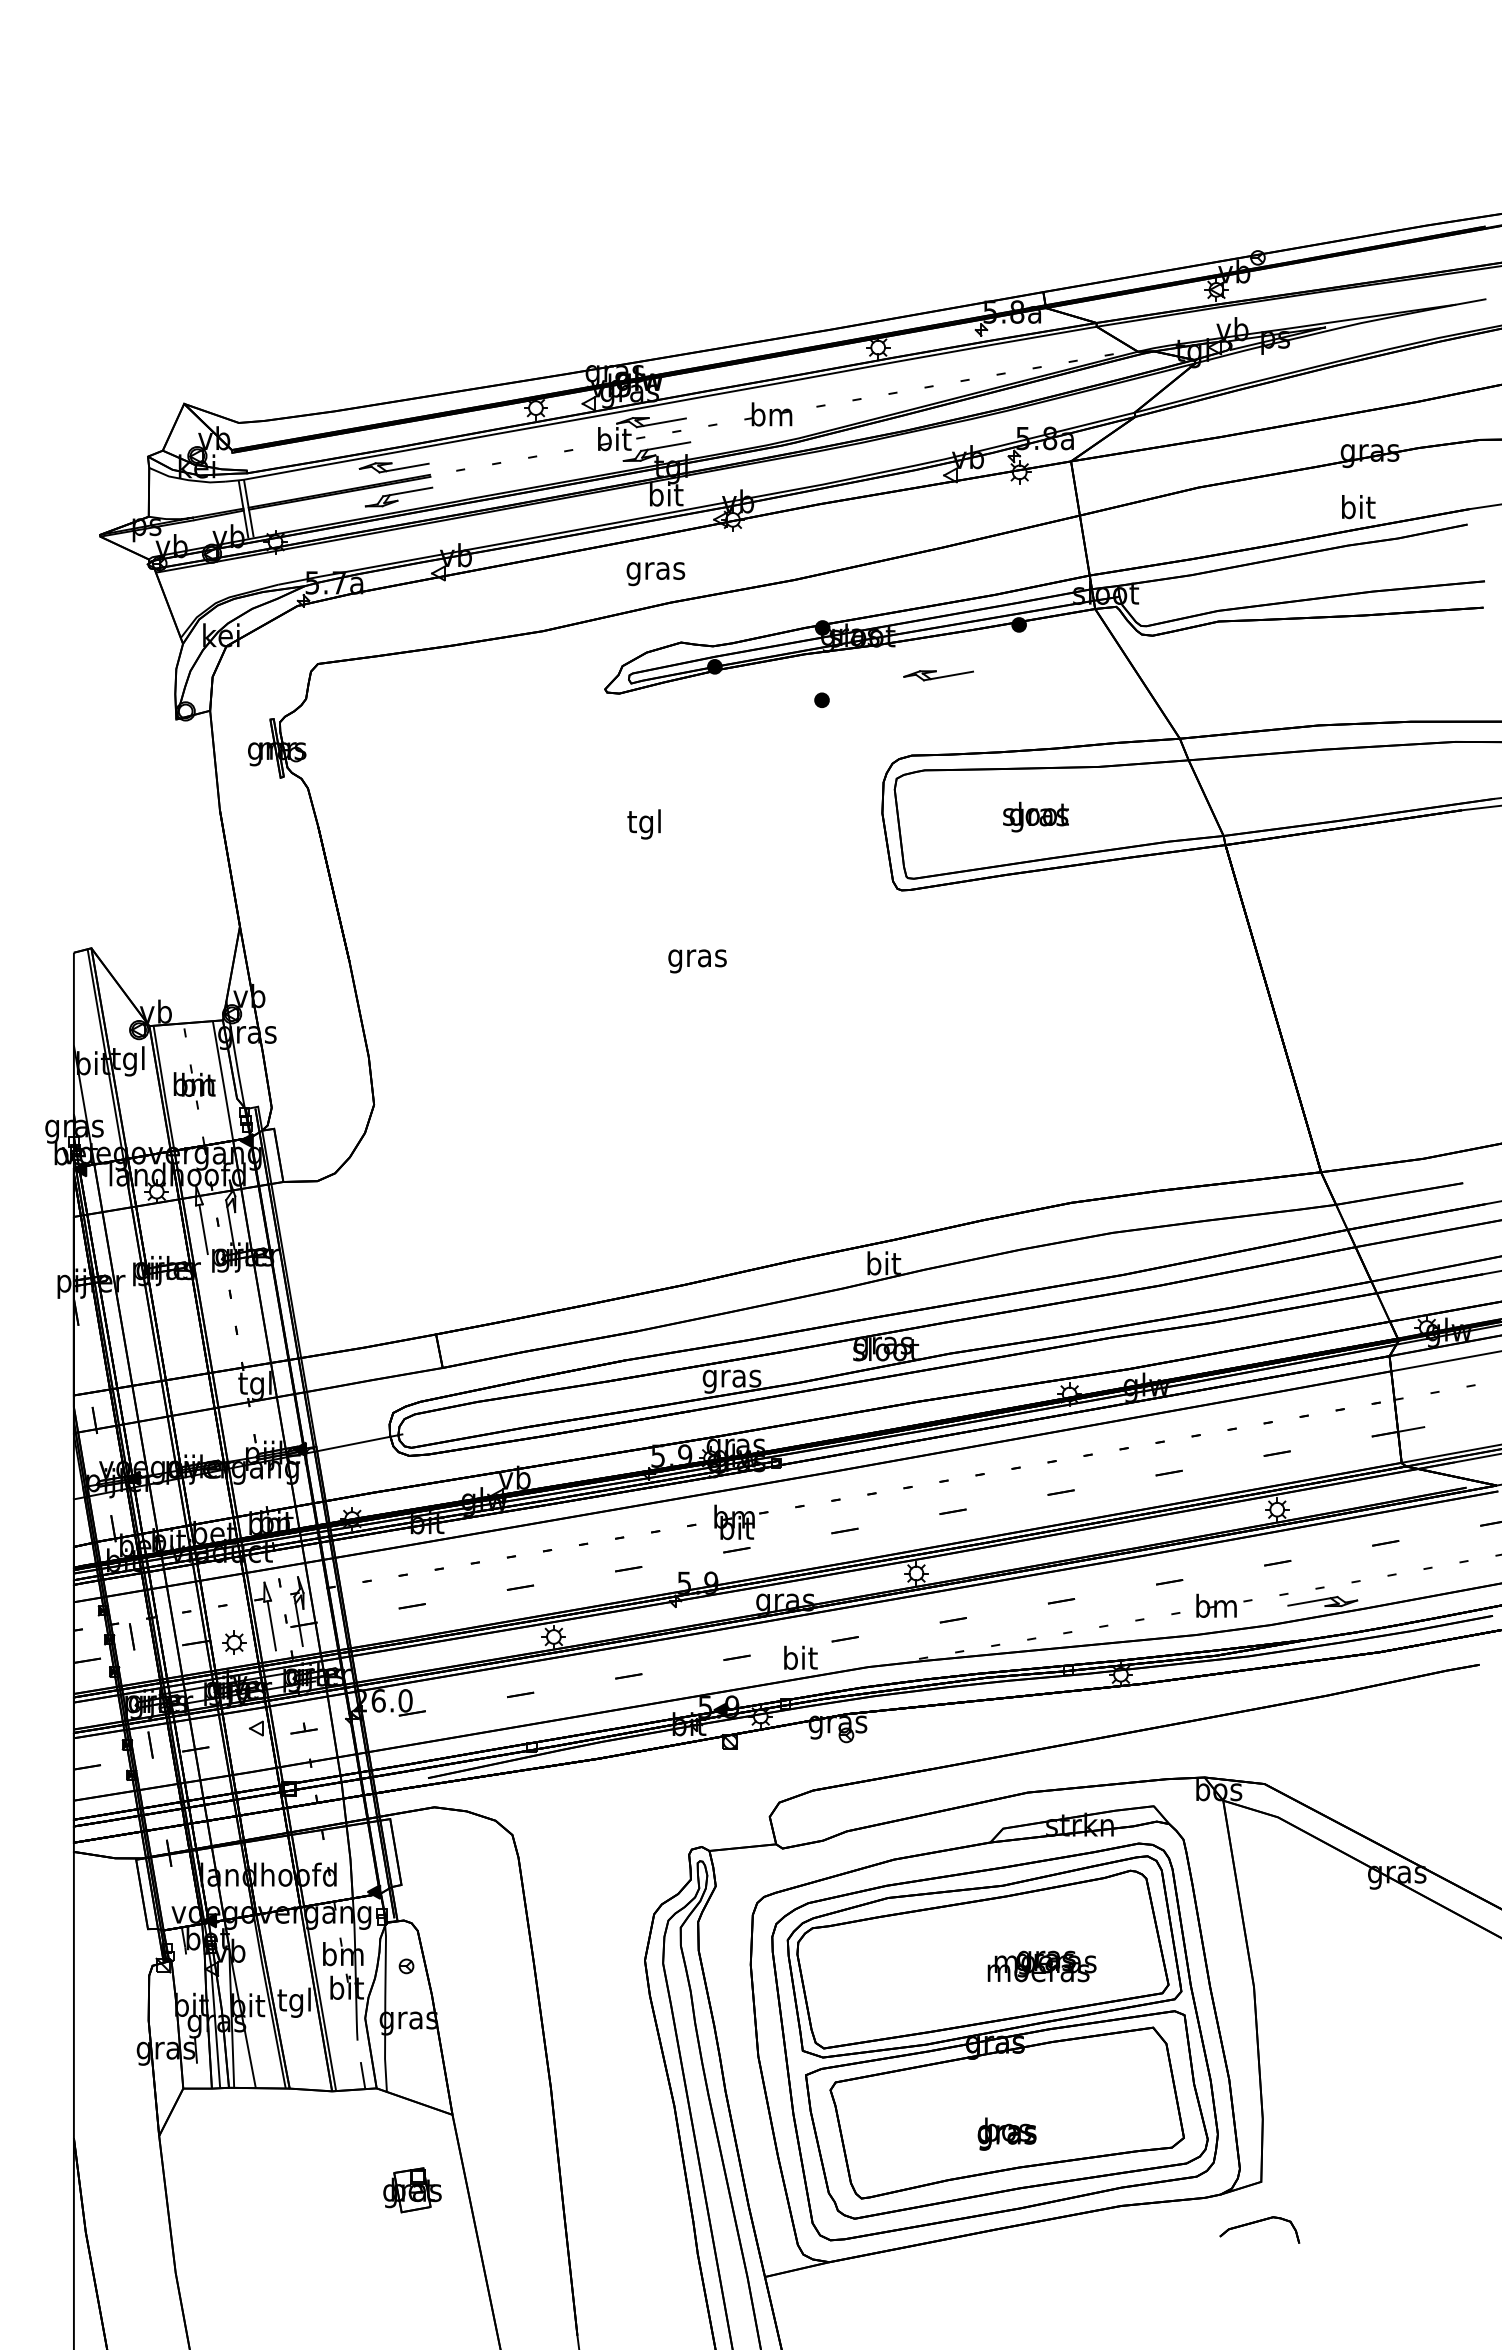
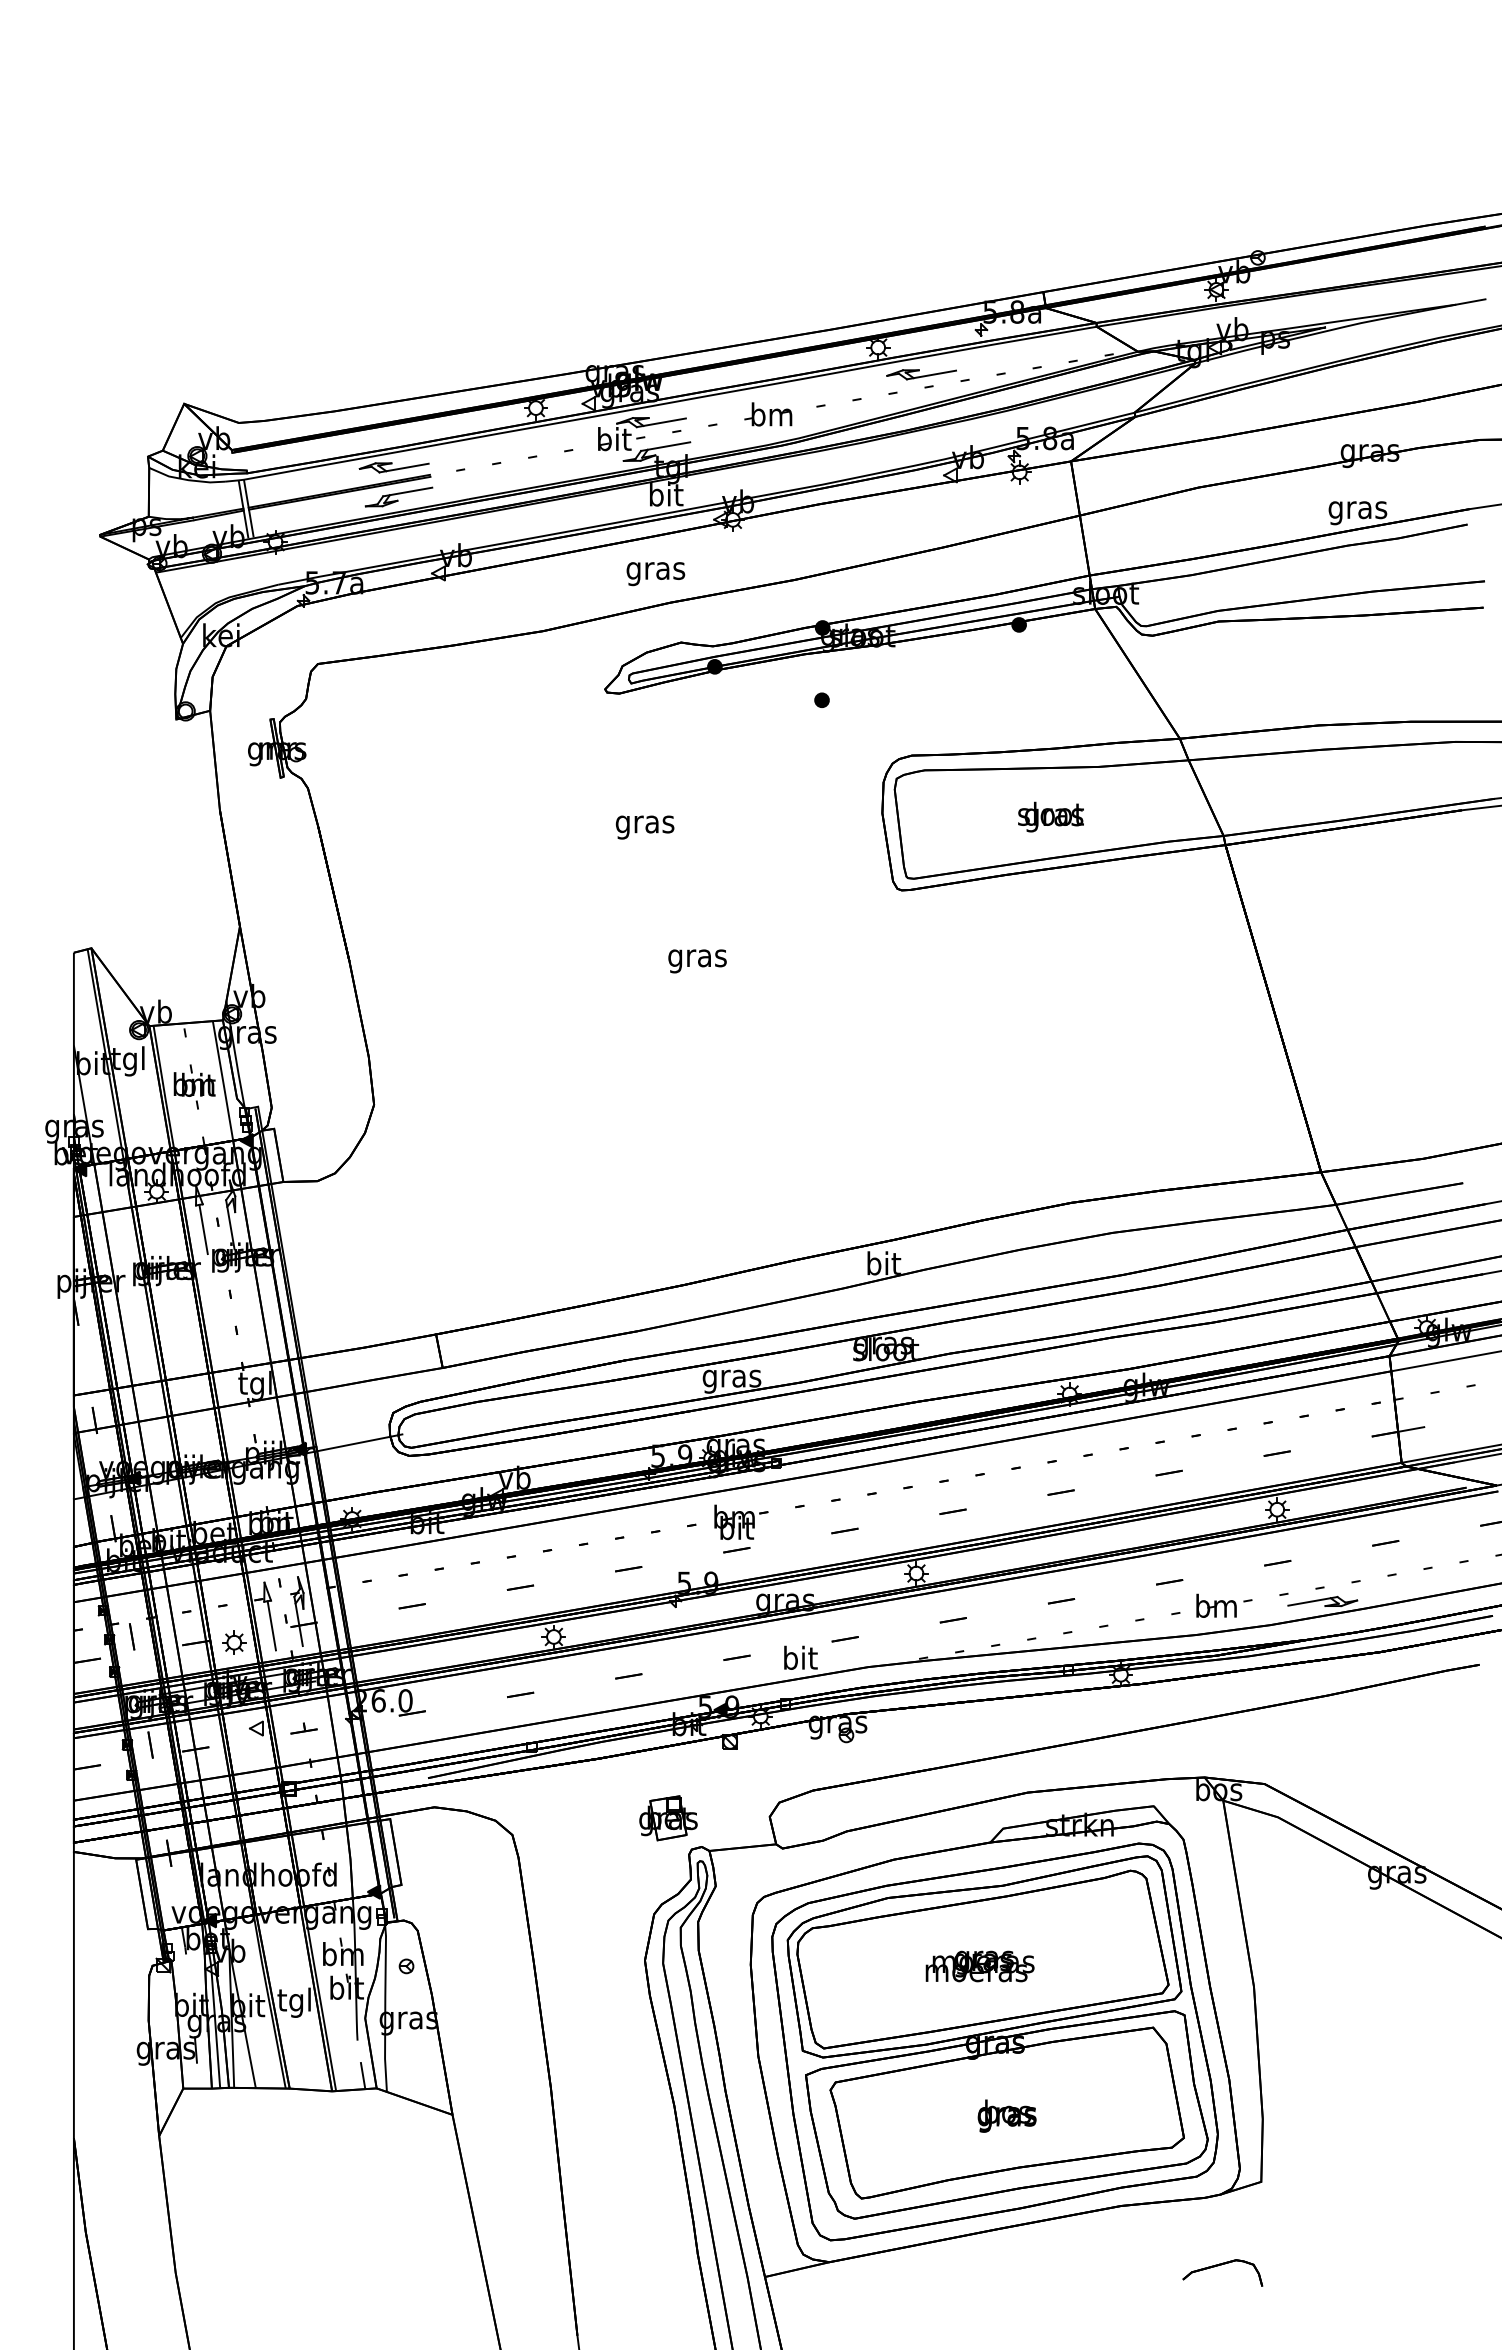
text at (1357, 510): bit -> gras
part at (938, 675) position: (938, 675) -> (921, 374)
text at (1035, 816) position: (1035, 816) -> (1050, 816)
text at (644, 824): tgl -> gras
text at (1041, 1966) position: (1041, 1966) -> (979, 1966)
text at (1006, 2133) position: (1006, 2133) -> (1006, 2115)
part at (412, 2190) position: (412, 2190) -> (668, 1818)
part at (1258, 2222) position: (1258, 2222) -> (1221, 2265)
